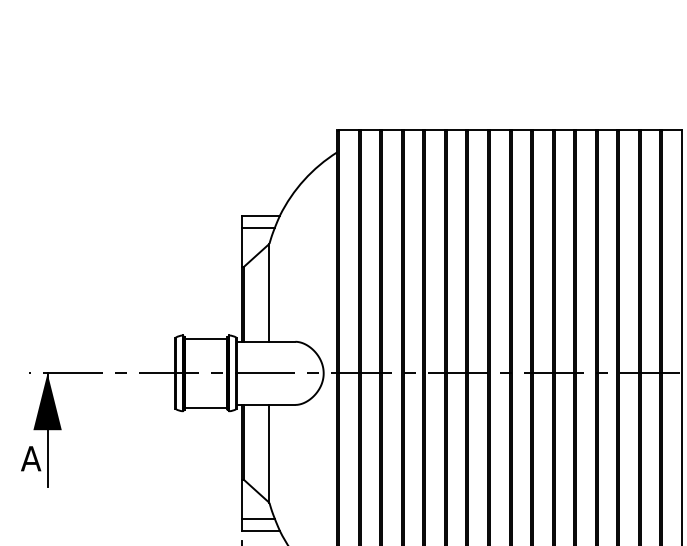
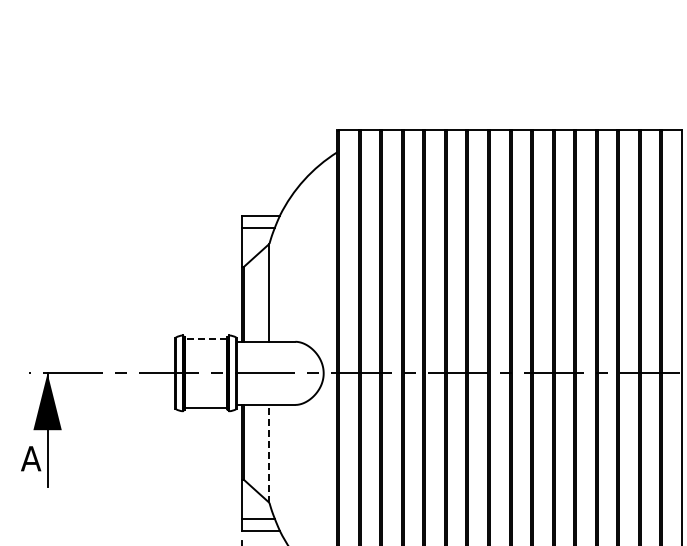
line at (206, 338): solid -> dashed
line at (269, 453): solid -> dashed
